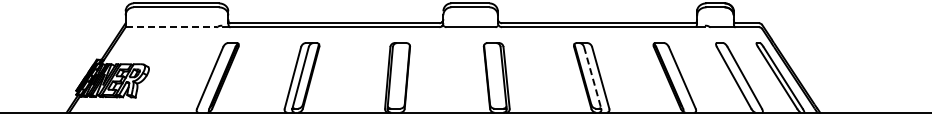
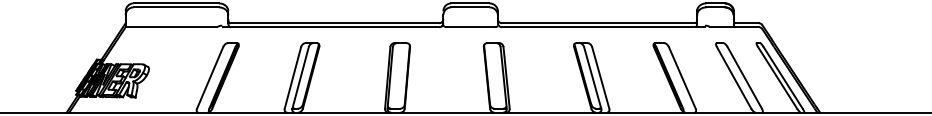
line at (171, 27): dashed -> solid
line at (592, 77): dashed -> solid
